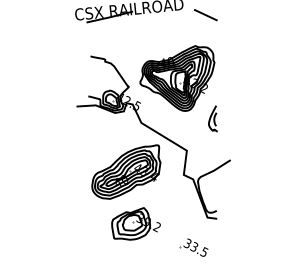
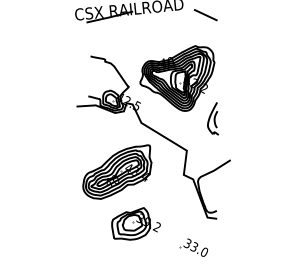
part at (212, 118) size: 10x28 px -> 13x34 px
part at (126, 171) position: (126, 171) -> (117, 171)
text at (204, 251): 33.5 -> 33.0
